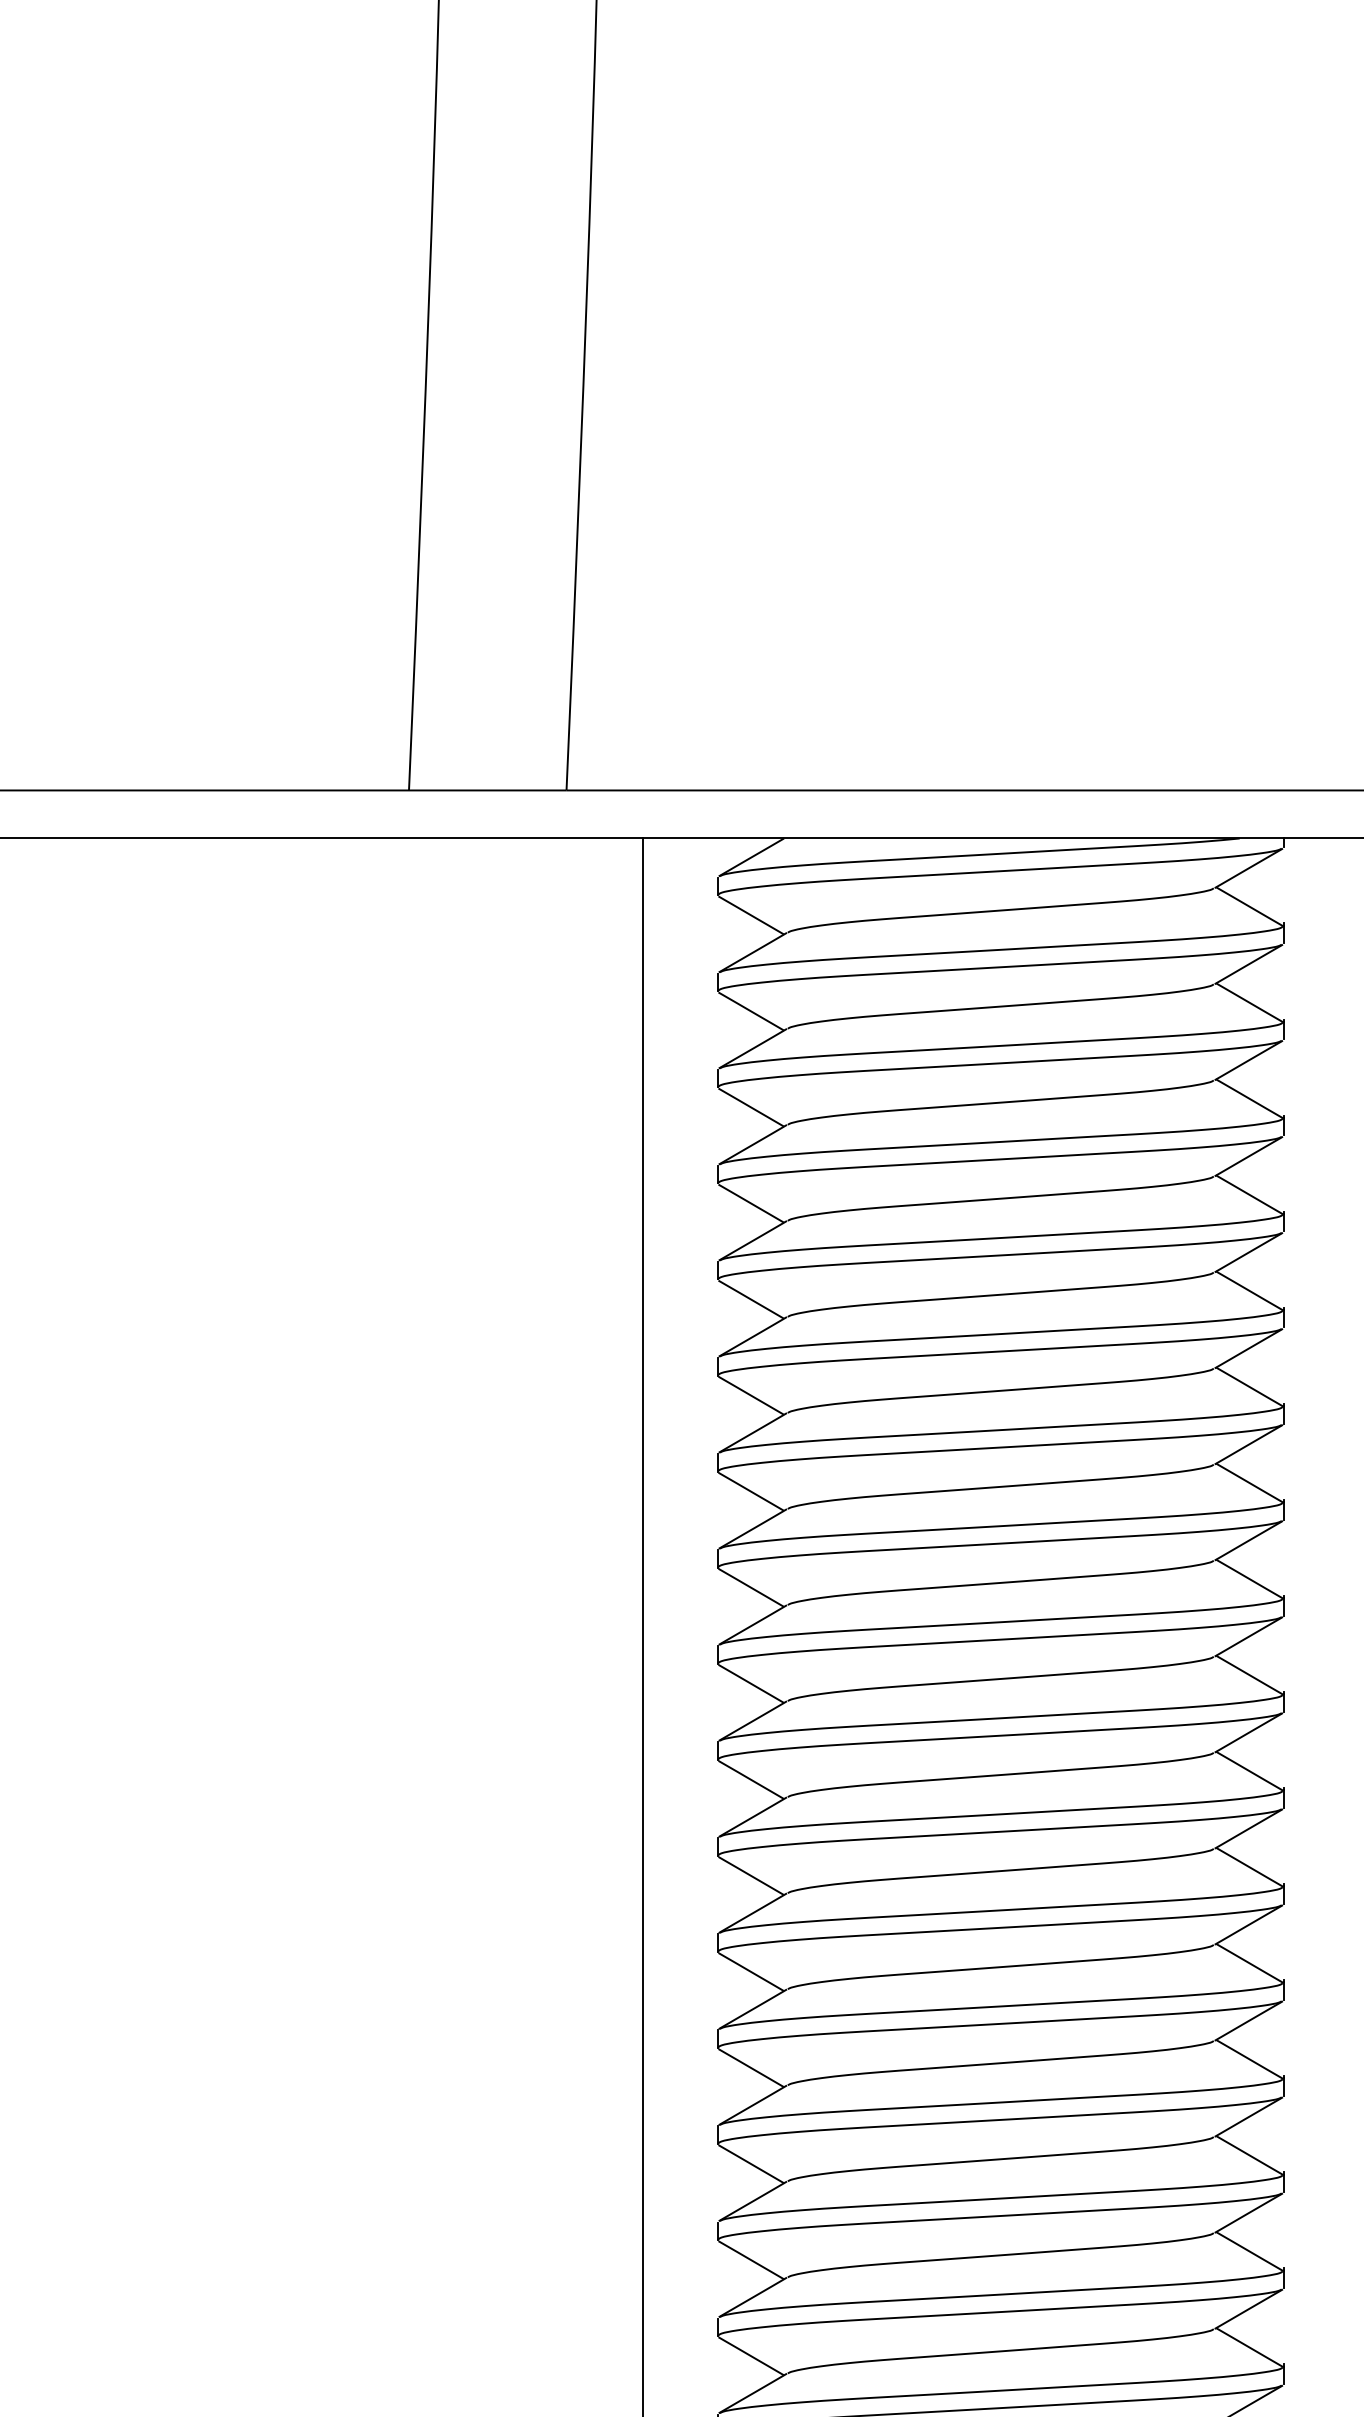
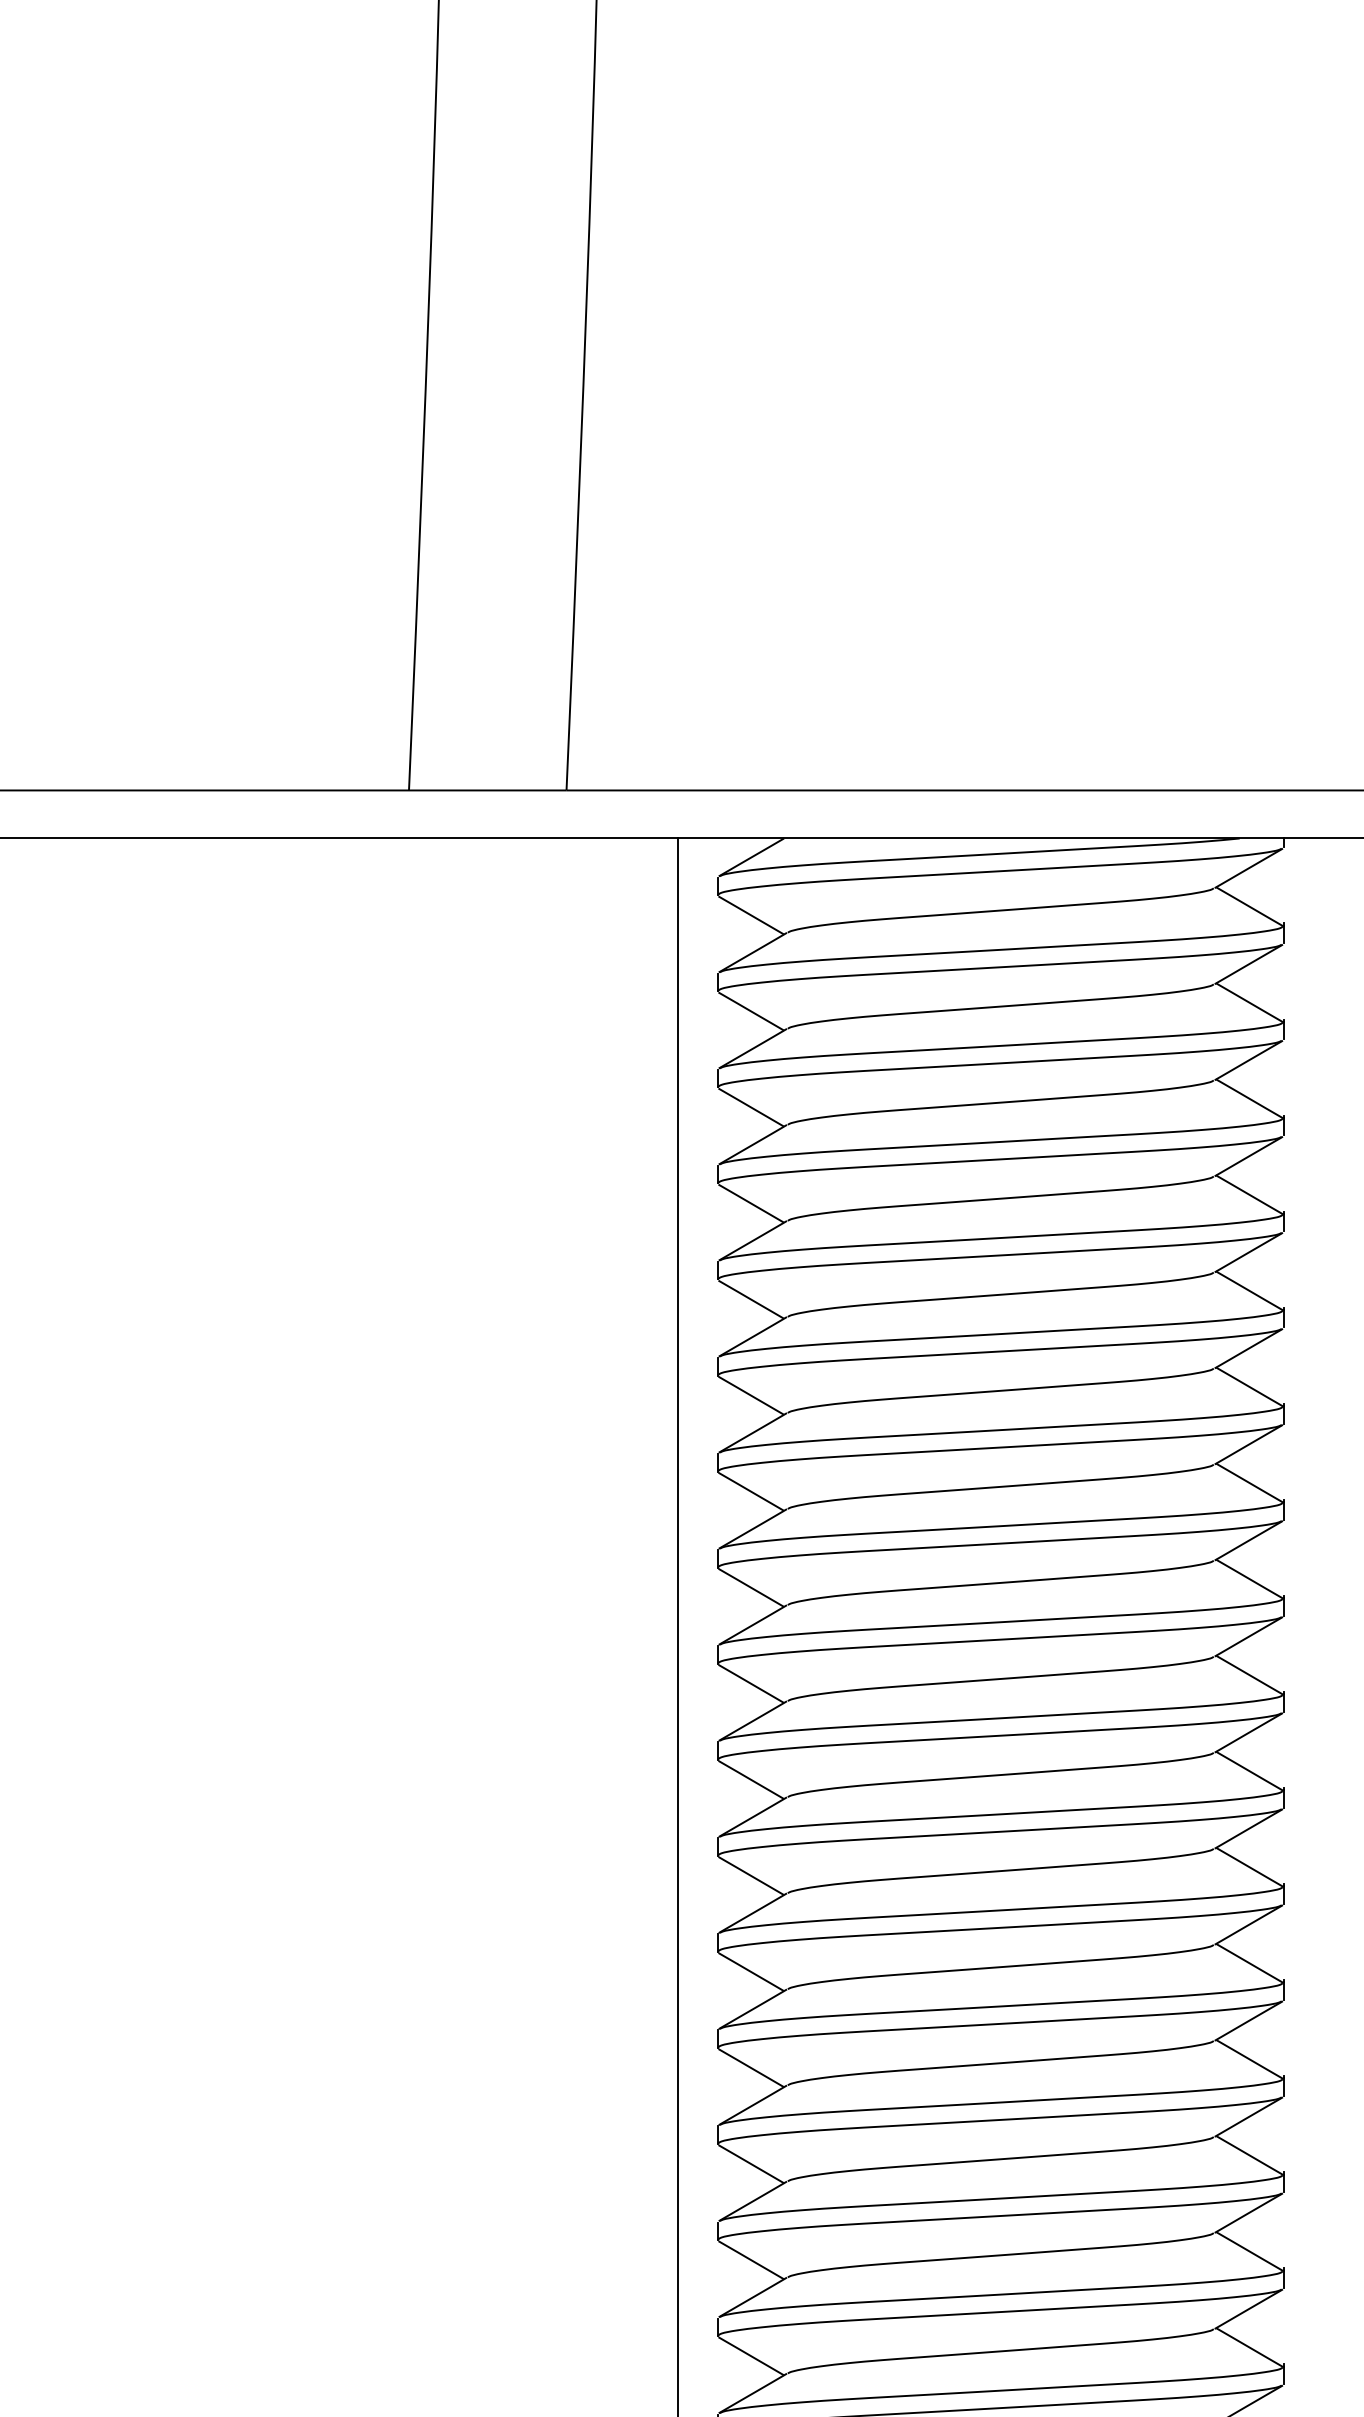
line at (642, 1625) position: (642, 1625) -> (677, 1625)
